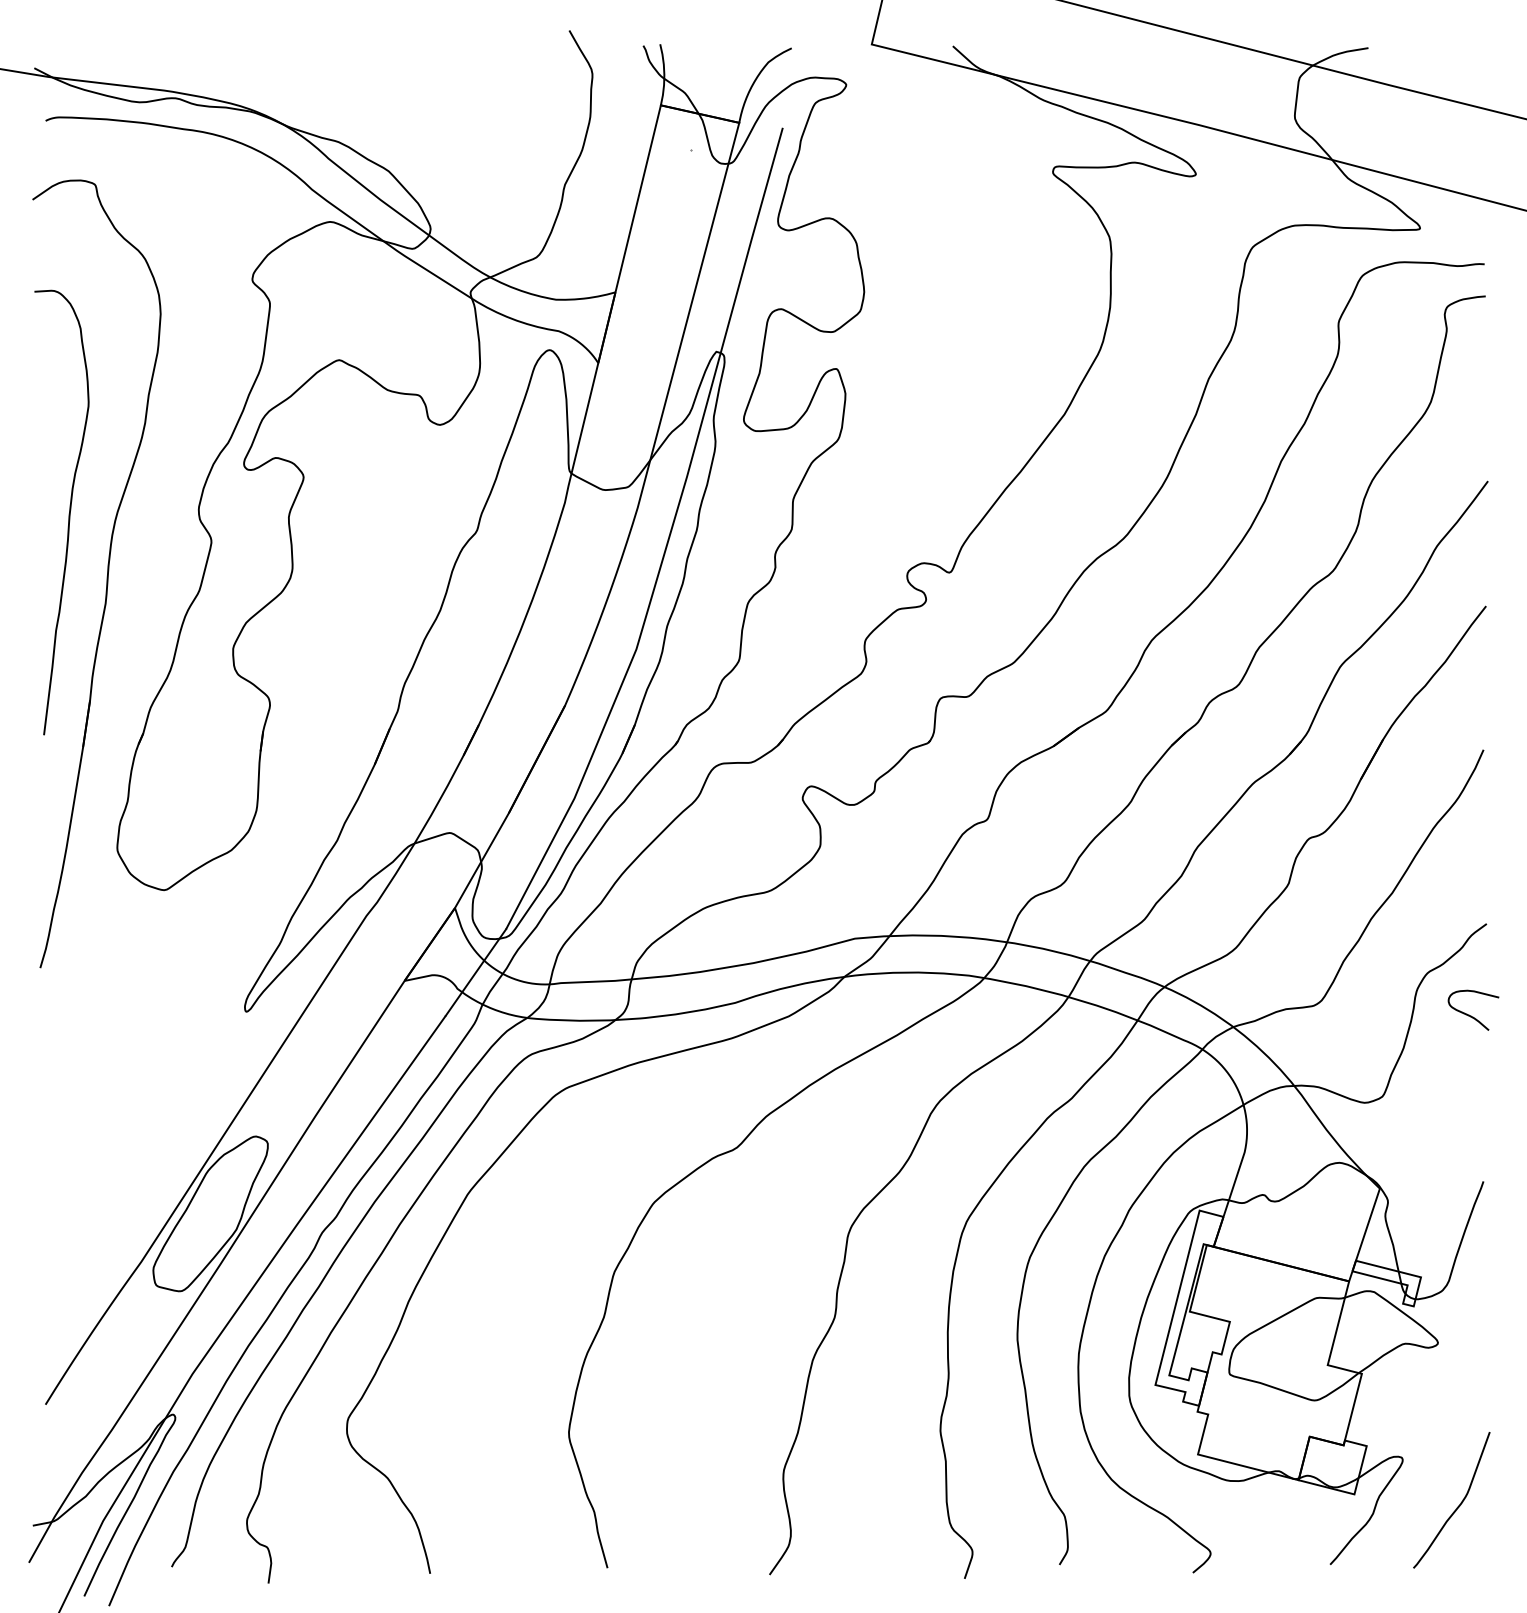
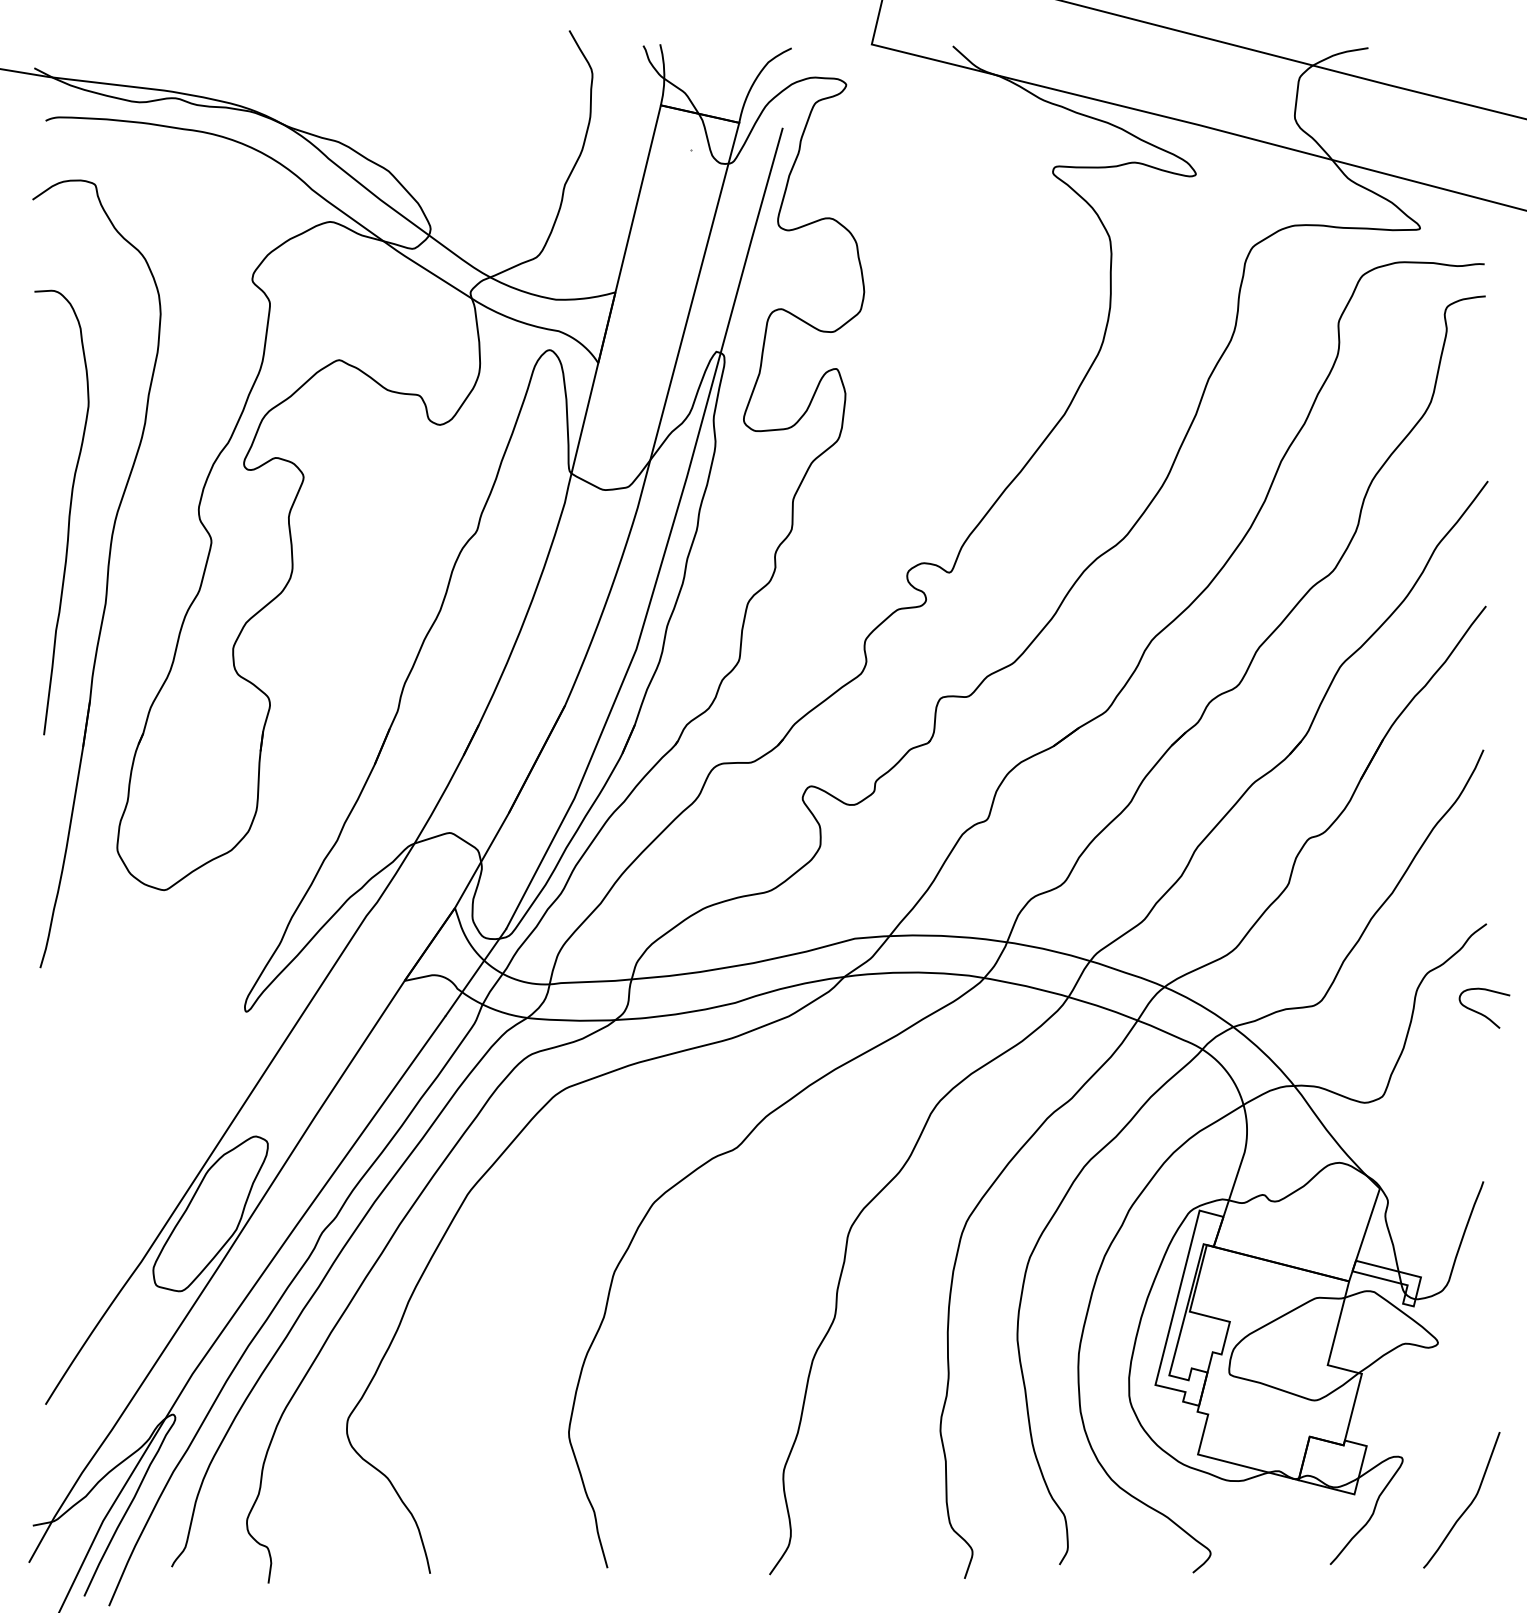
curve at (1471, 1015) position: (1471, 1015) -> (1482, 1013)
curve at (1457, 1506) position: (1457, 1506) -> (1467, 1506)
